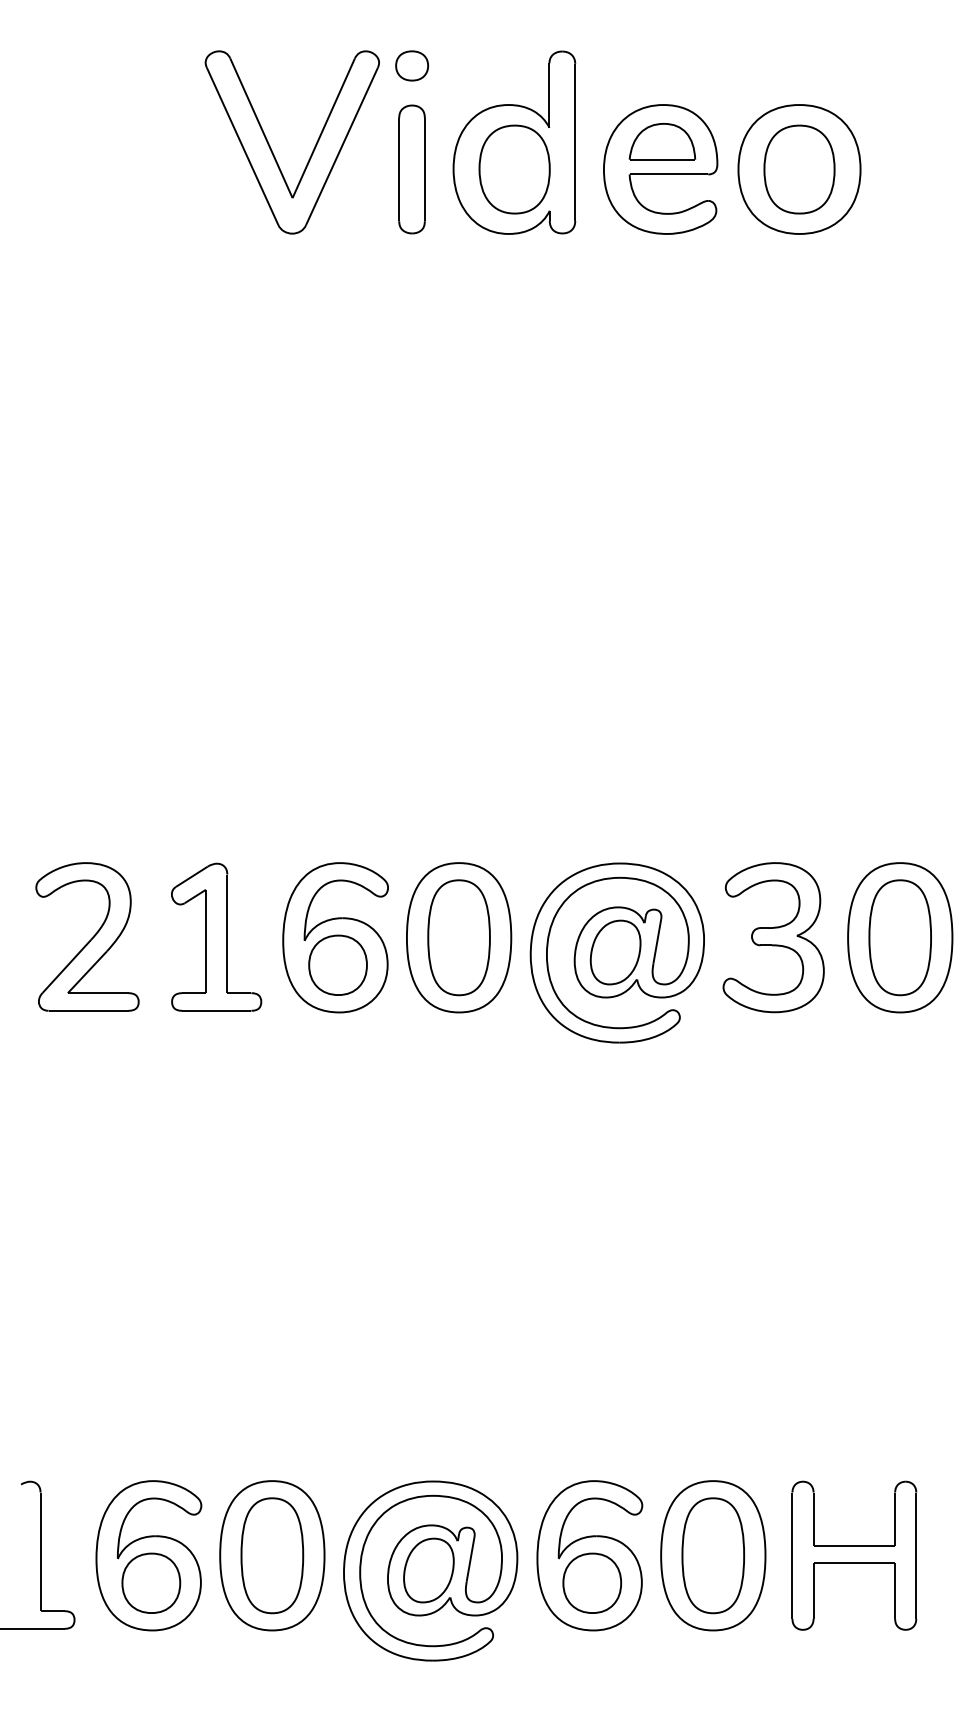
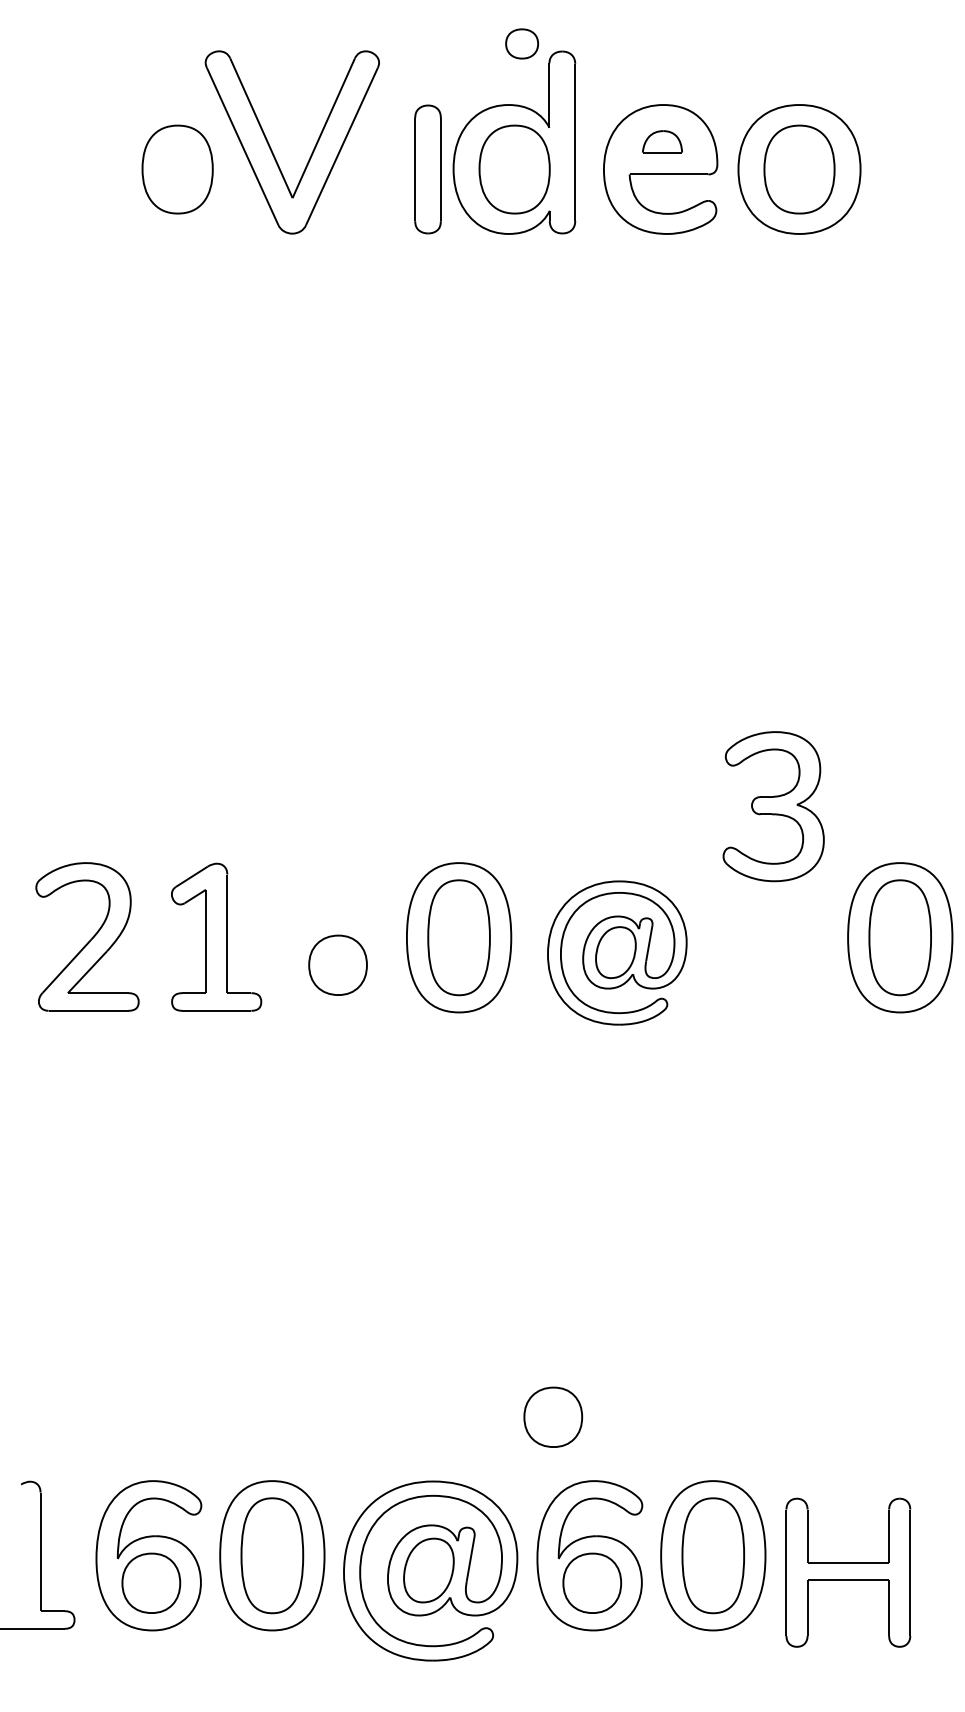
part at (411, 65) position: (411, 65) -> (521, 43)
part at (662, 141) size: 69x38 px -> 41x24 px
part at (177, 169): none -> present
part at (411, 169) position: (411, 169) -> (427, 169)
part at (335, 937): present -> none
part at (773, 937) position: (773, 937) -> (773, 806)
part at (616, 952) size: 176x182 px -> 141x146 px
part at (553, 1416): none -> present
part at (854, 1555) position: (854, 1555) -> (848, 1572)
